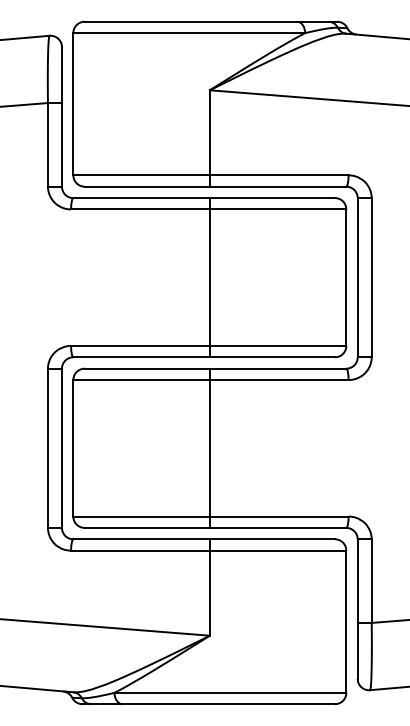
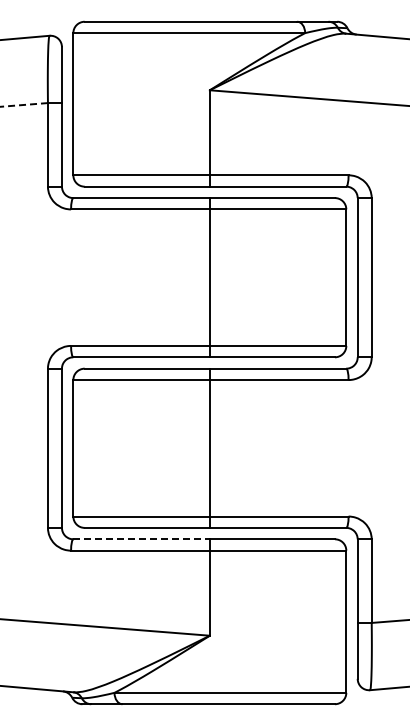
line at (24, 104): solid -> dashed
line at (142, 539): solid -> dashed
